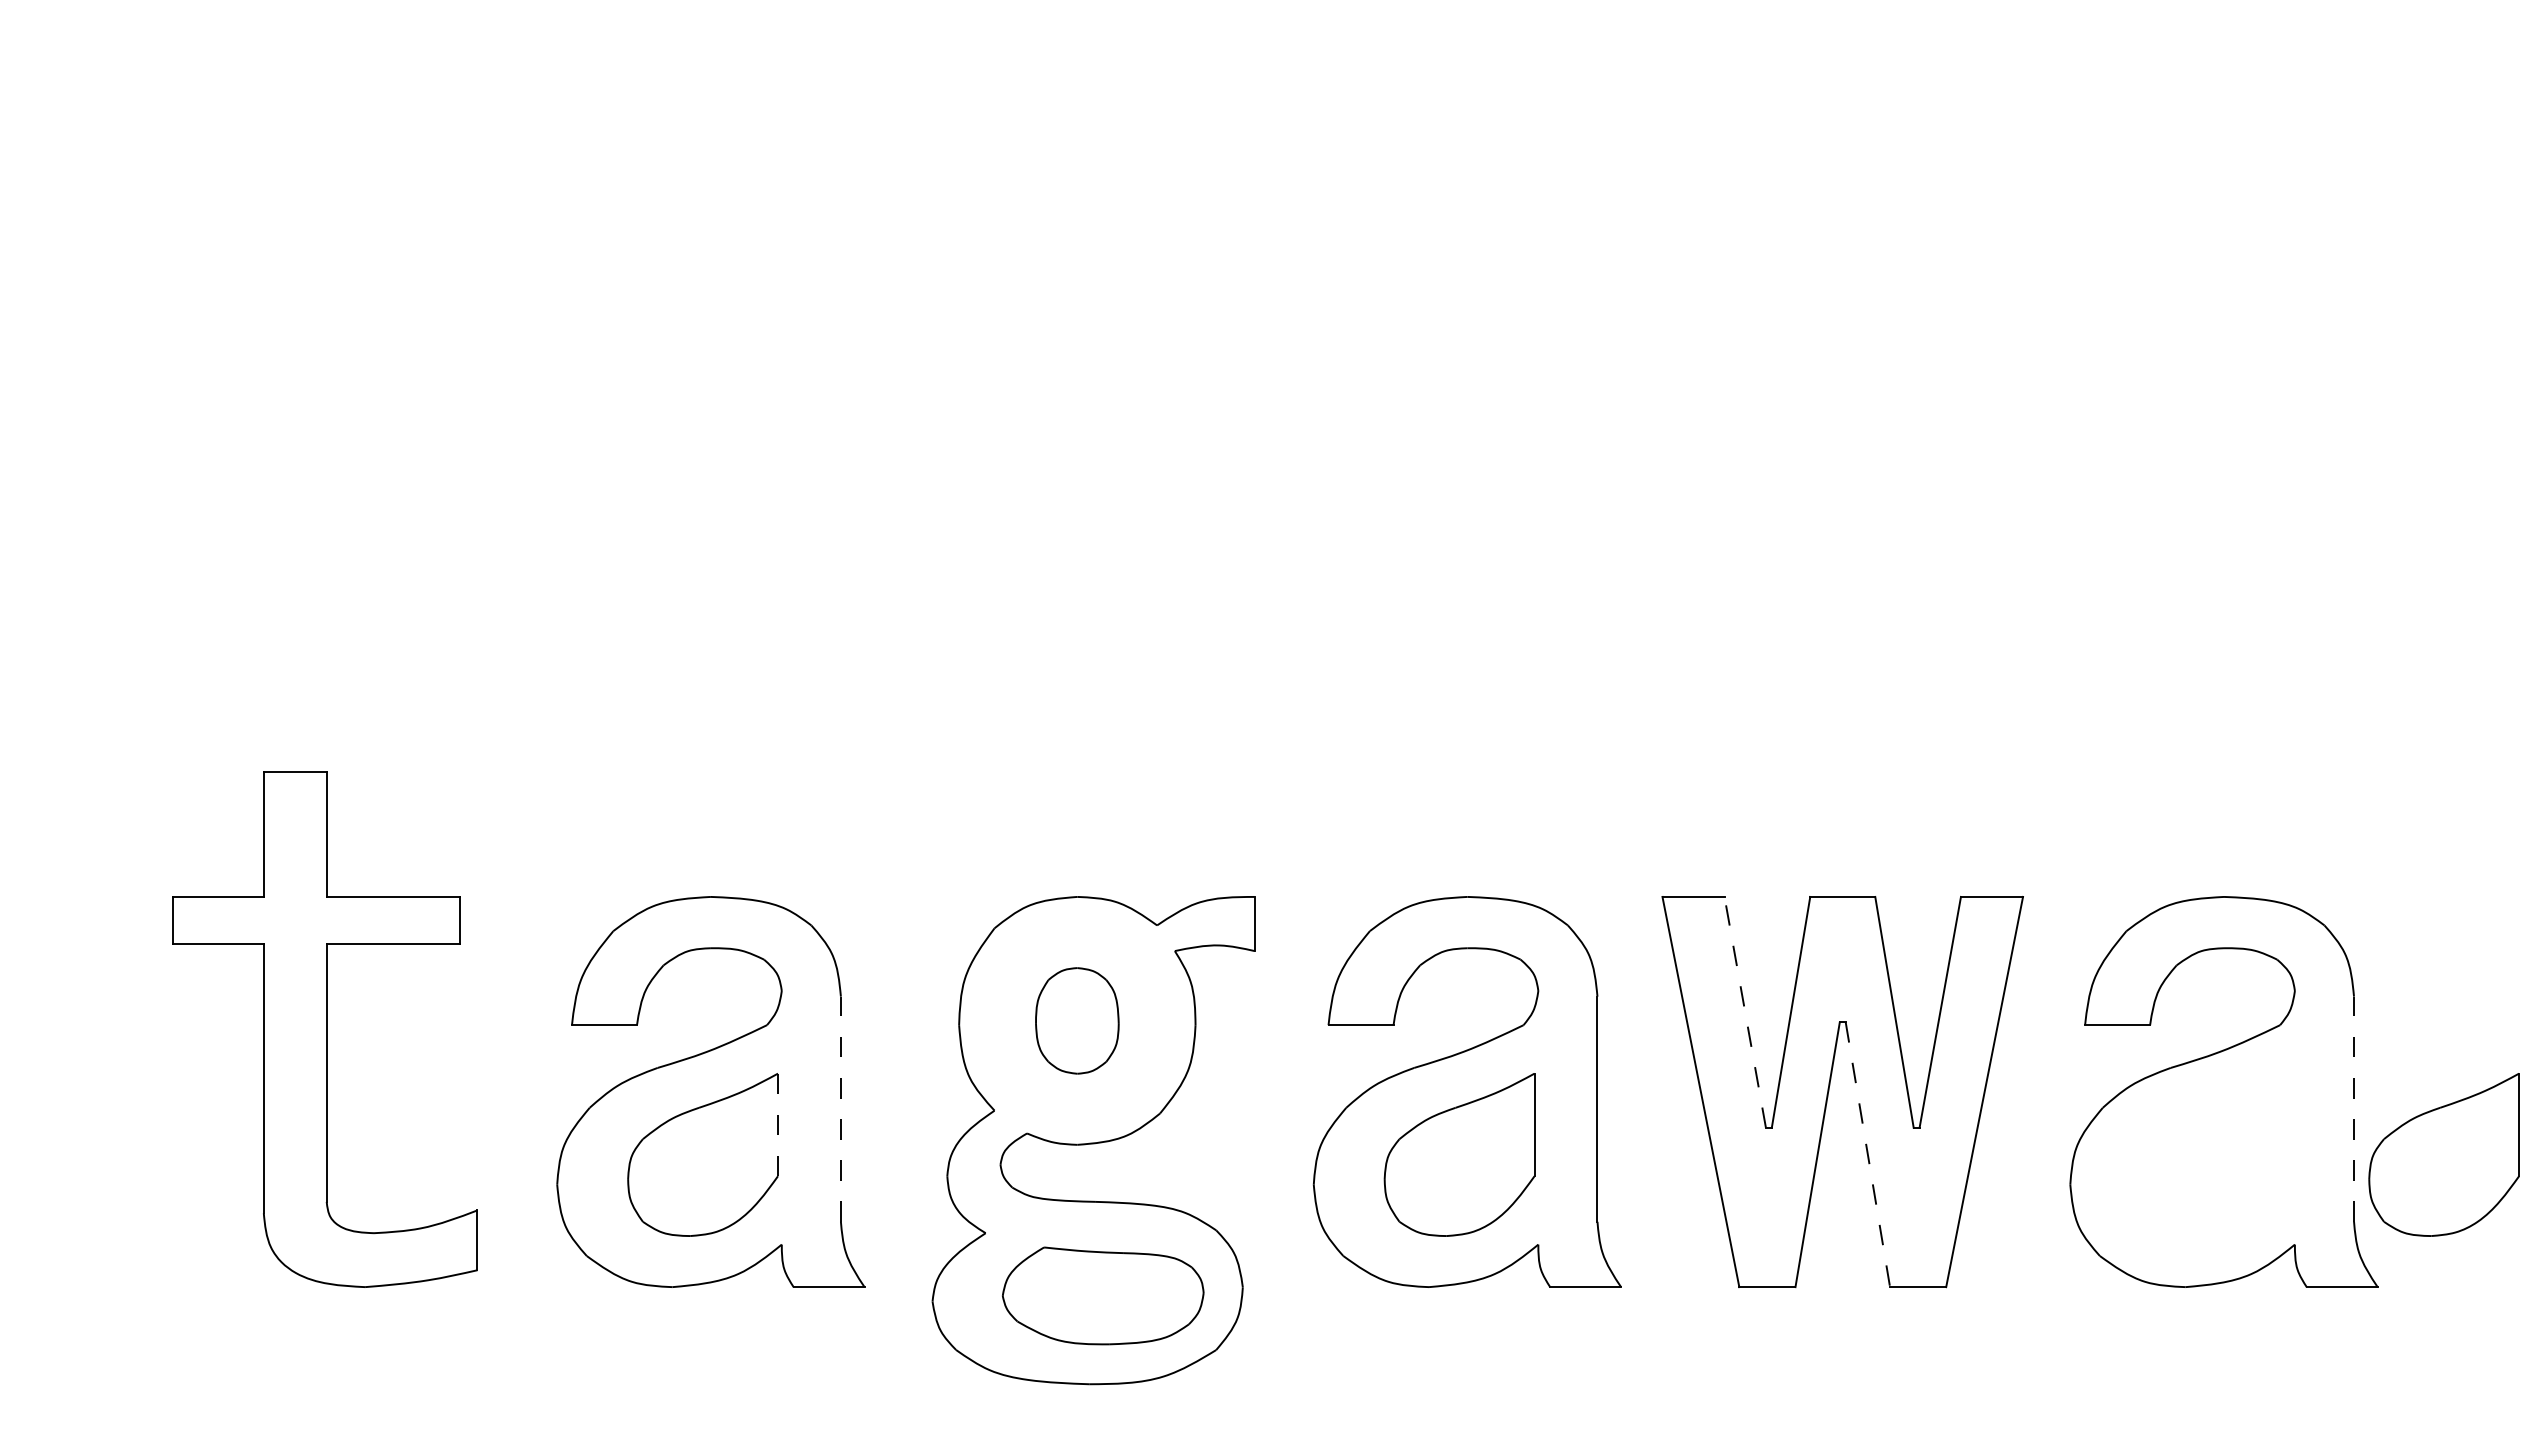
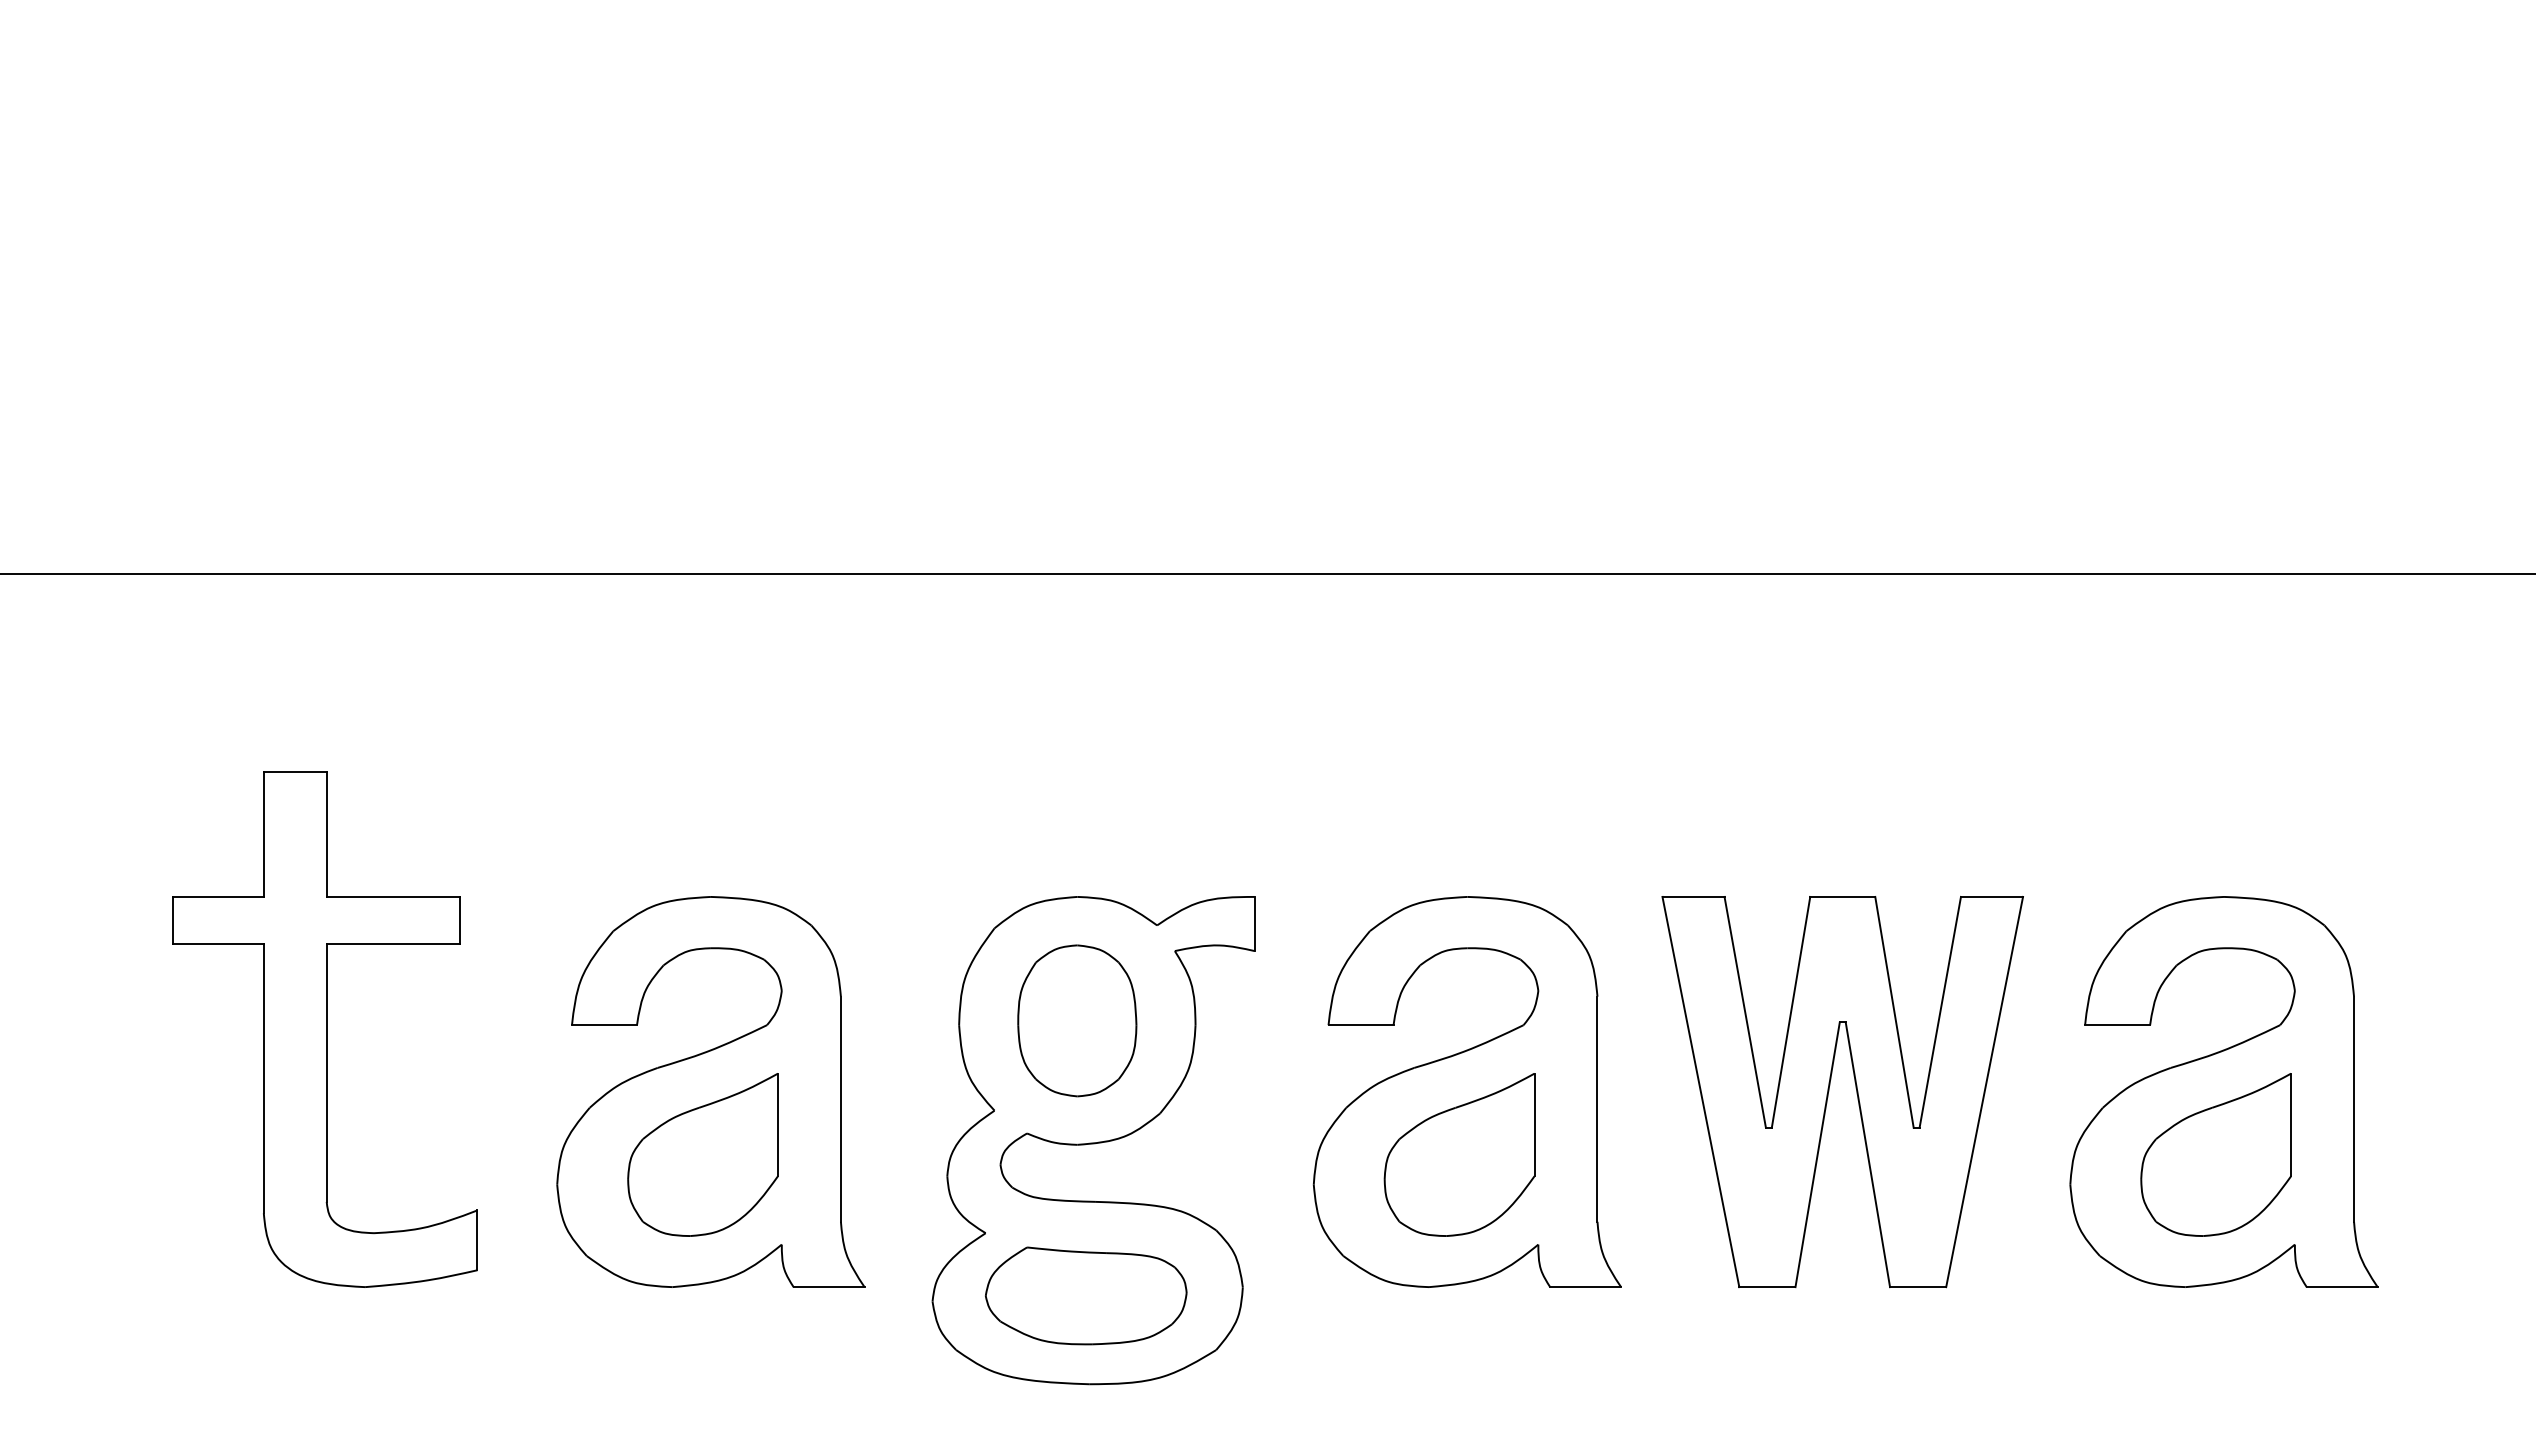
line at (1267, 574): none -> present
line at (1745, 1011): dashed -> solid
part at (1077, 1020) size: 85x108 px -> 121x154 px
line at (840, 1109): dashed -> solid
line at (2354, 1109): dashed -> solid
line at (778, 1125): dashed -> solid
part at (2443, 1154) position: (2443, 1154) -> (2215, 1154)
line at (1867, 1155): dashed -> solid
part at (1103, 1295) position: (1103, 1295) -> (1086, 1295)
